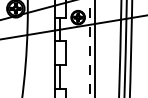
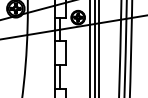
line at (99, 48): none -> present
line at (90, 49): dashed -> solid
